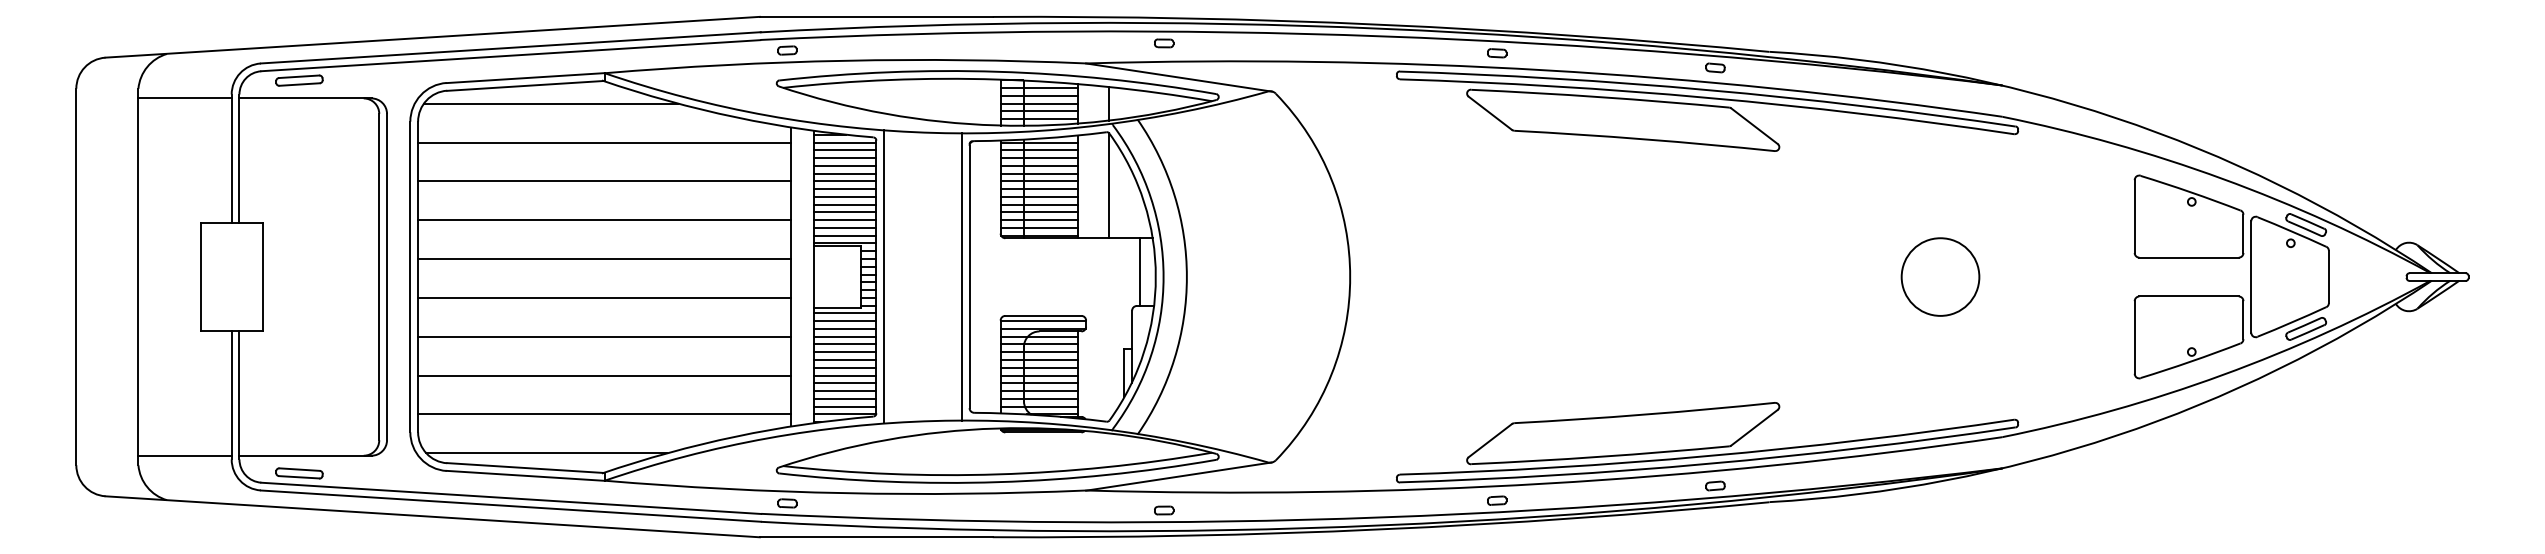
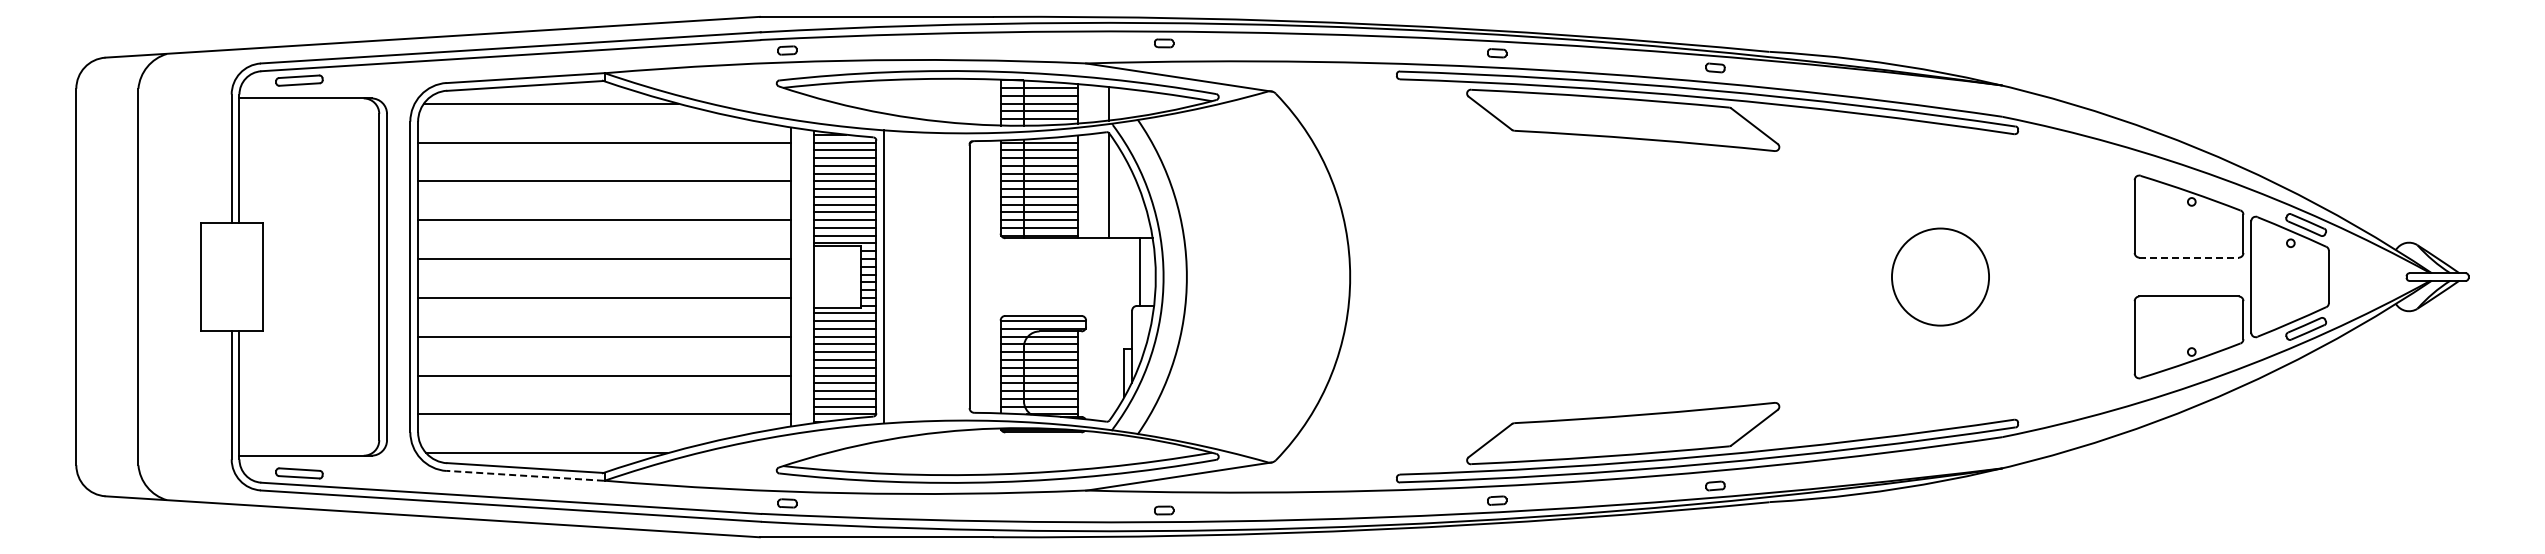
line at (184, 98): present -> none
line at (2189, 257): solid -> dashed
line at (961, 276): present -> none
circle at (1940, 276) size: 81x80 px -> 99x100 px
line at (184, 455): present -> none
line at (525, 475): solid -> dashed
